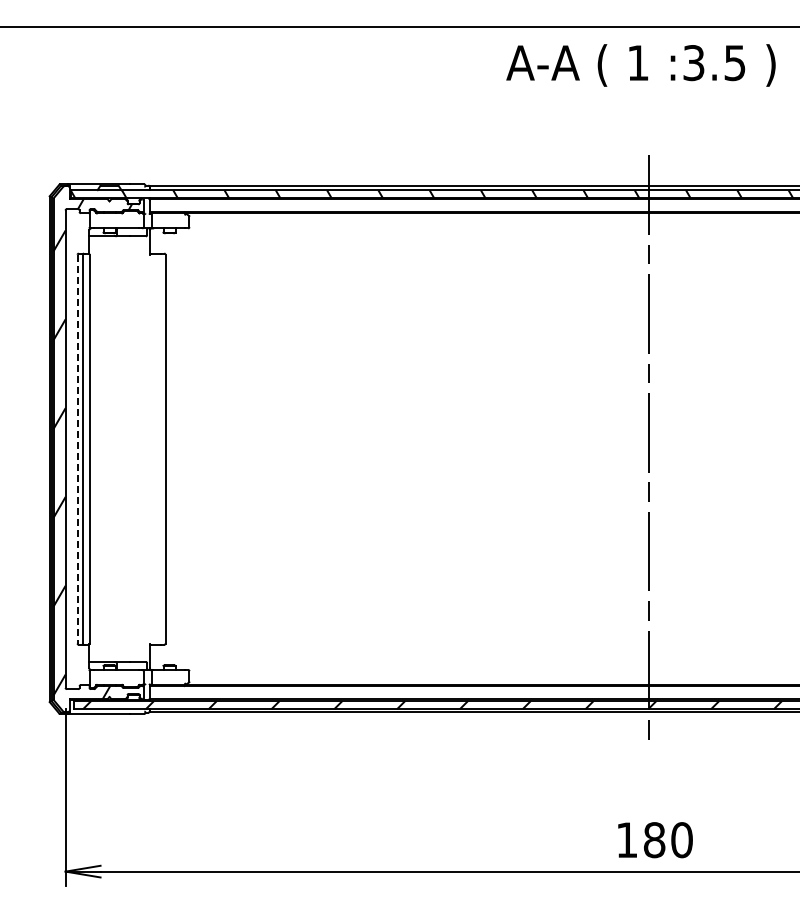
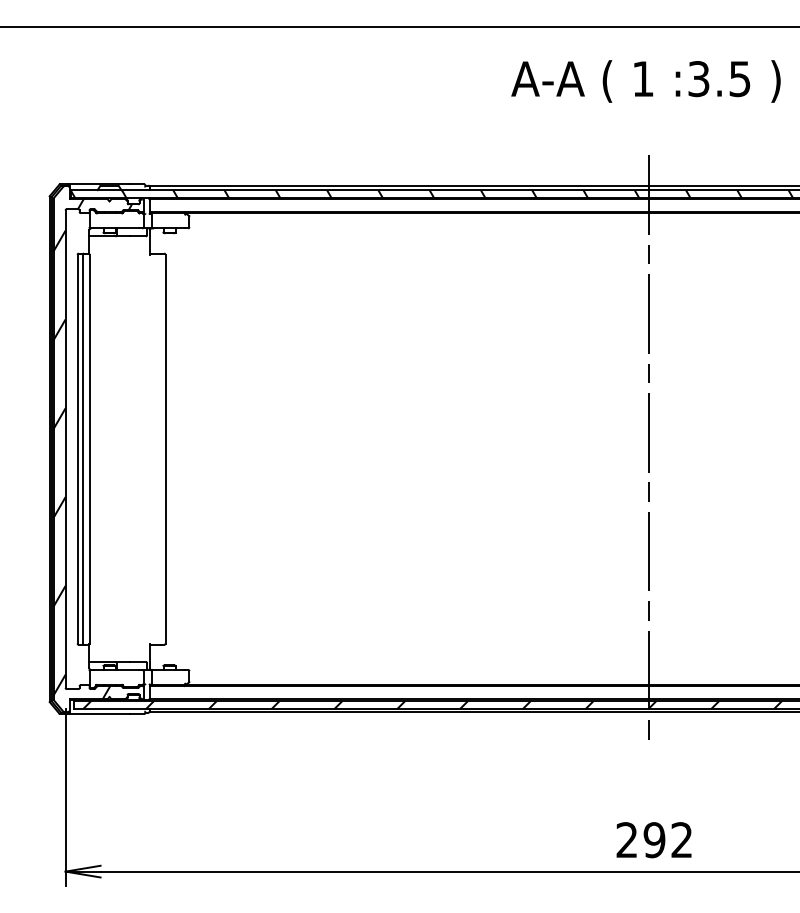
text at (640, 65) position: (640, 65) -> (645, 81)
line at (77, 449): dashed -> solid
text at (654, 840): 180 -> 292
